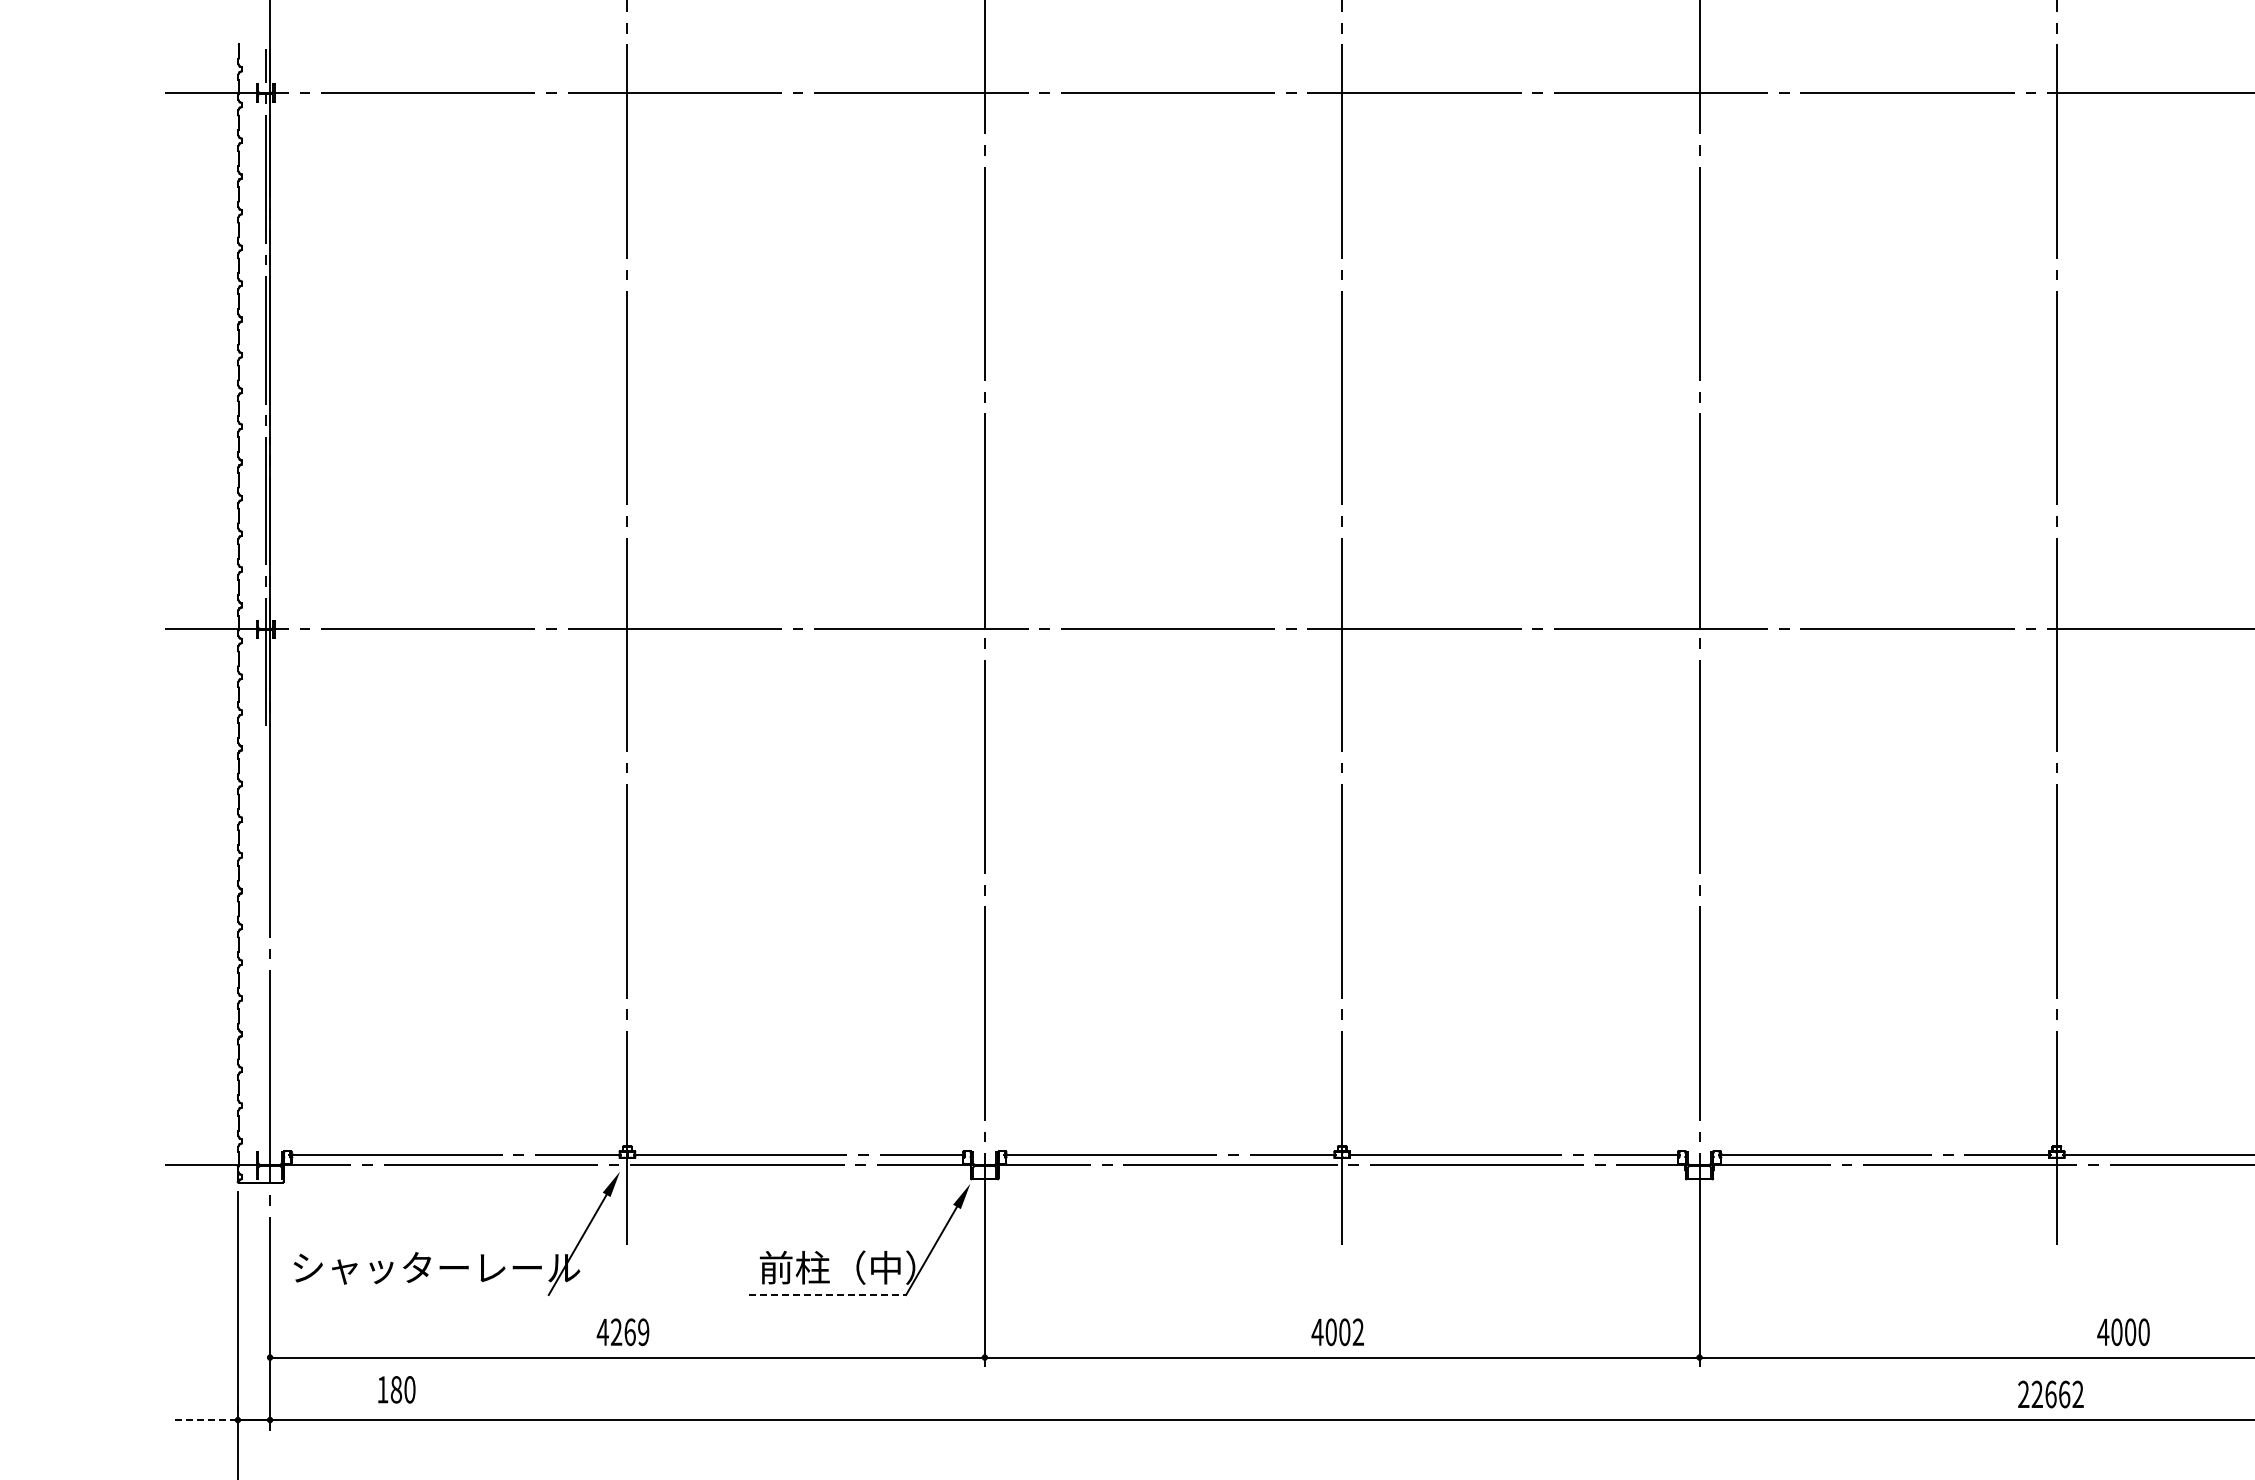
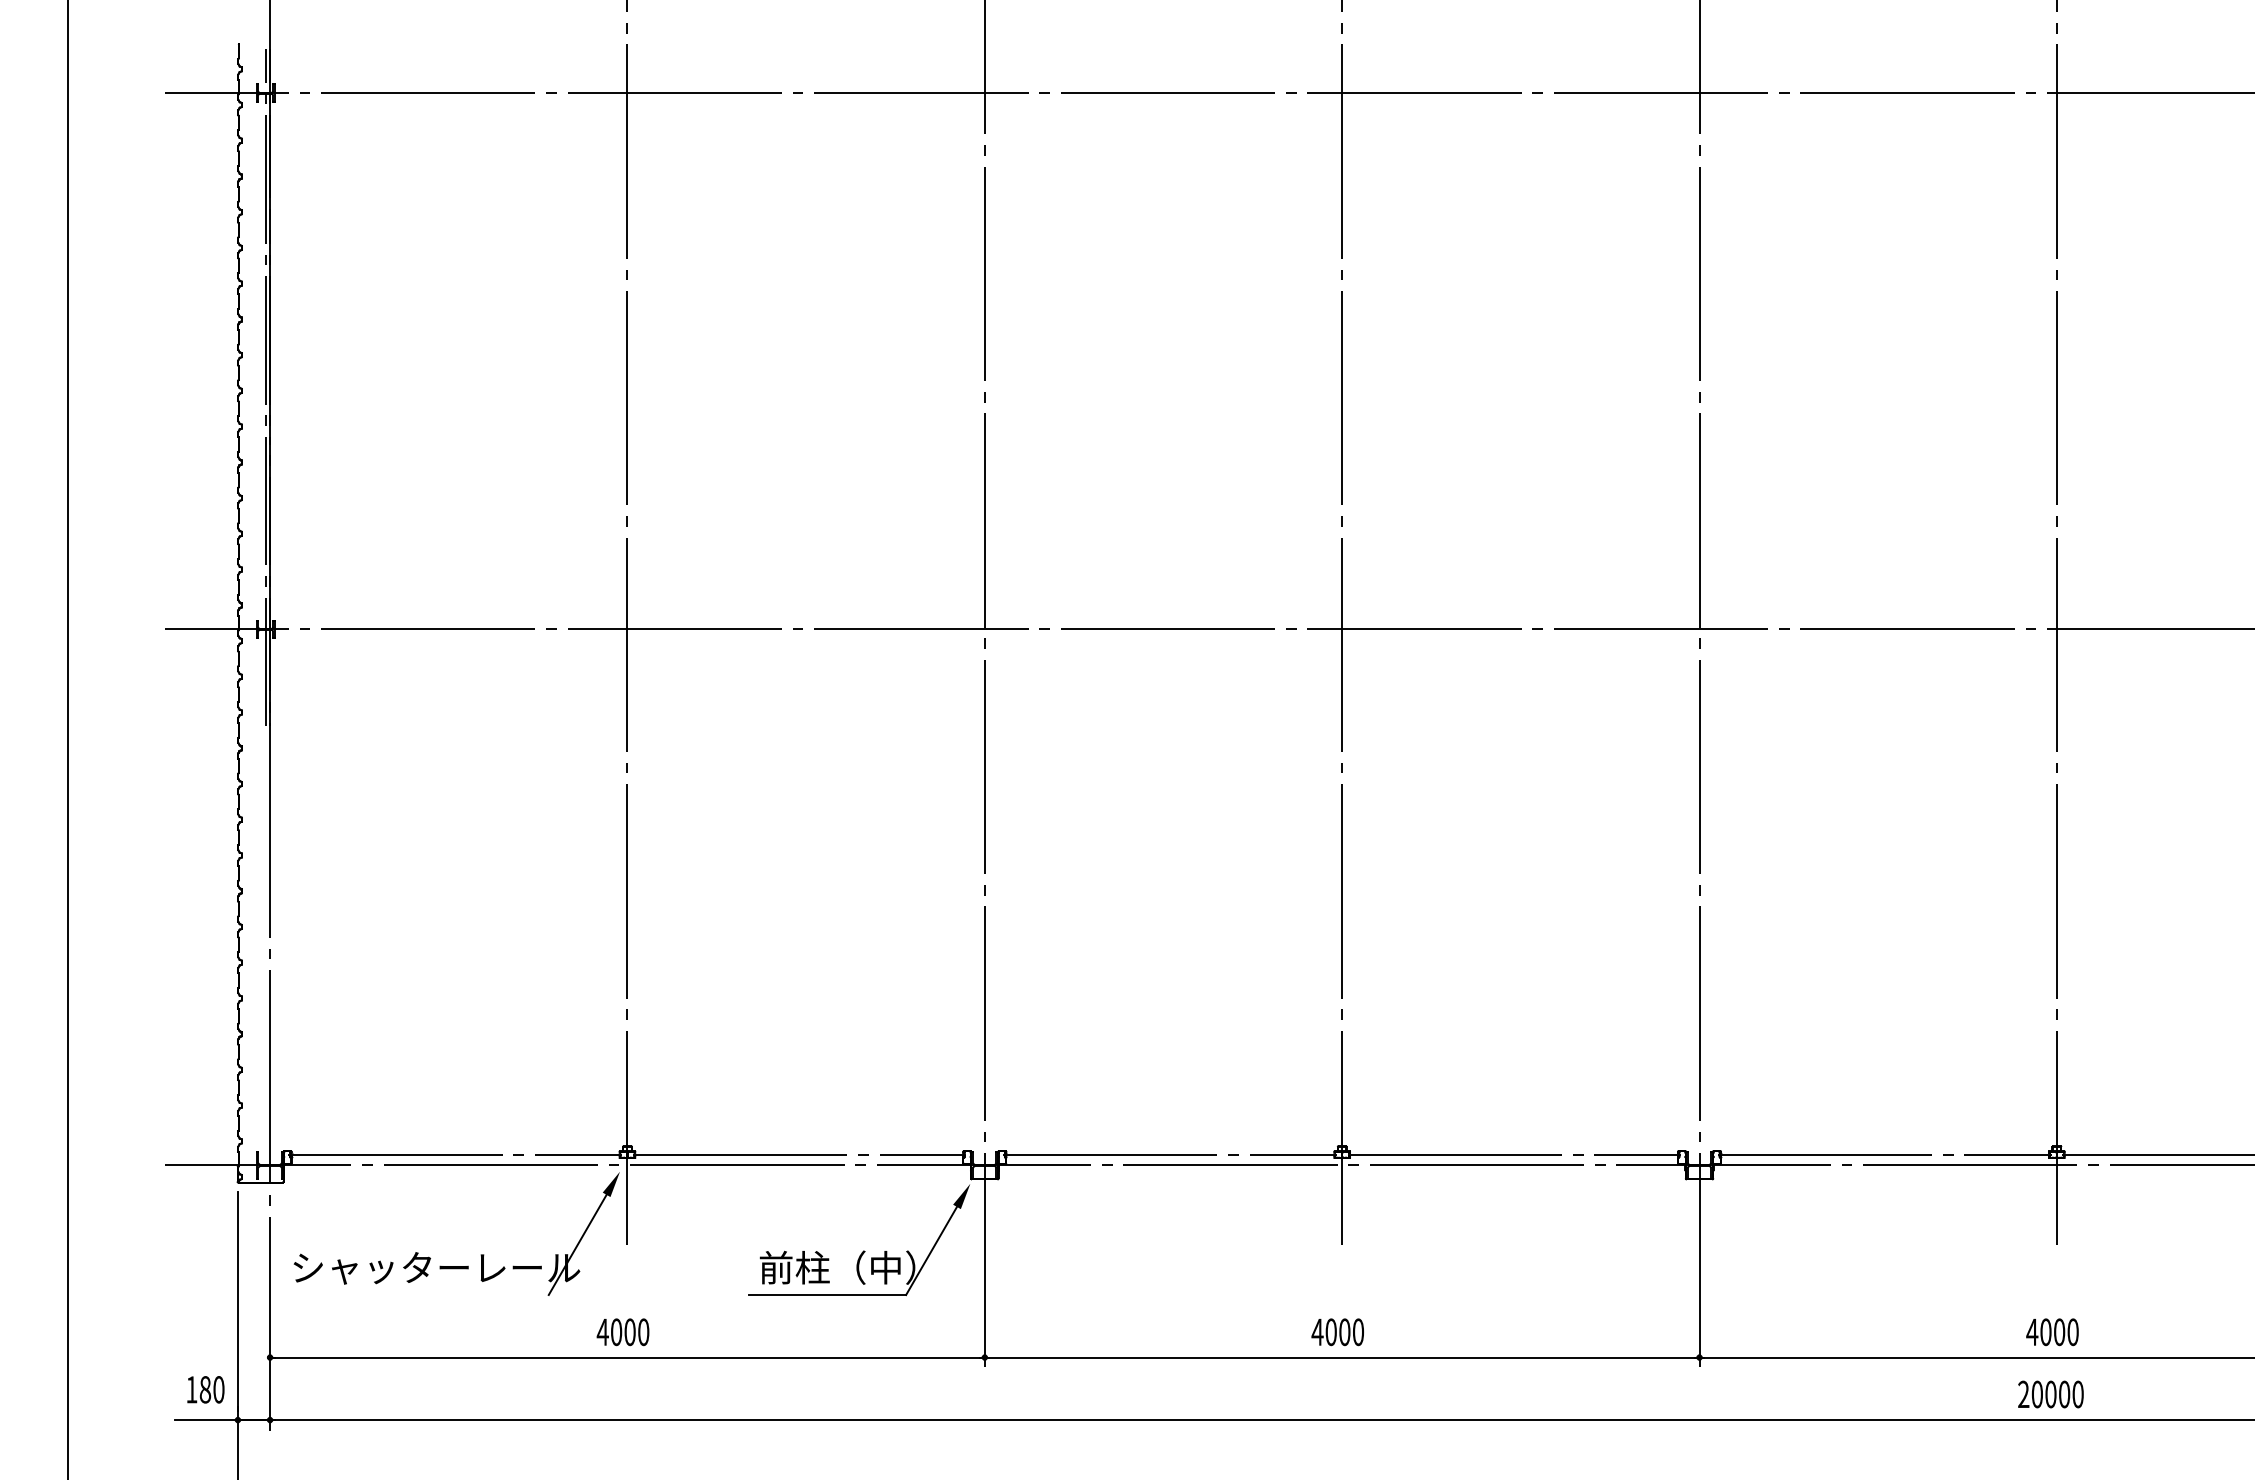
line at (67, 739): none -> present
line at (827, 1295): dashed -> solid
text at (629, 1332): 4269 -> 4000
text at (1358, 1332): 4002 -> 4000
text at (2123, 1332) position: (2123, 1332) -> (2052, 1332)
text at (396, 1389) position: (396, 1389) -> (205, 1389)
text at (2057, 1394): 22662 -> 20000
line at (205, 1420): dashed -> solid
